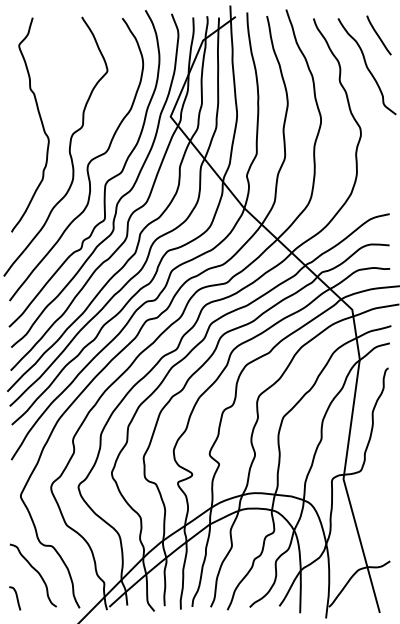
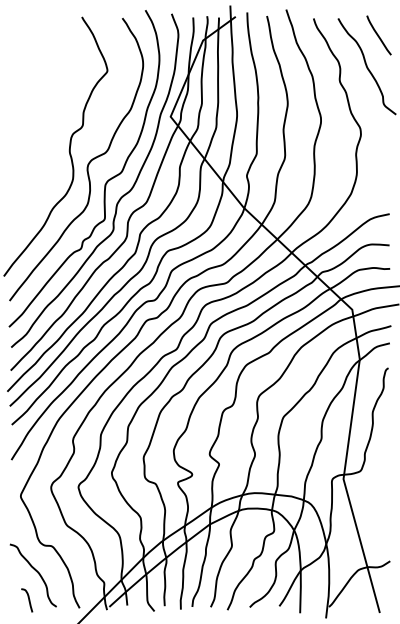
curve at (40, 121): present -> none
curve at (16, 598) position: (16, 598) -> (28, 600)
